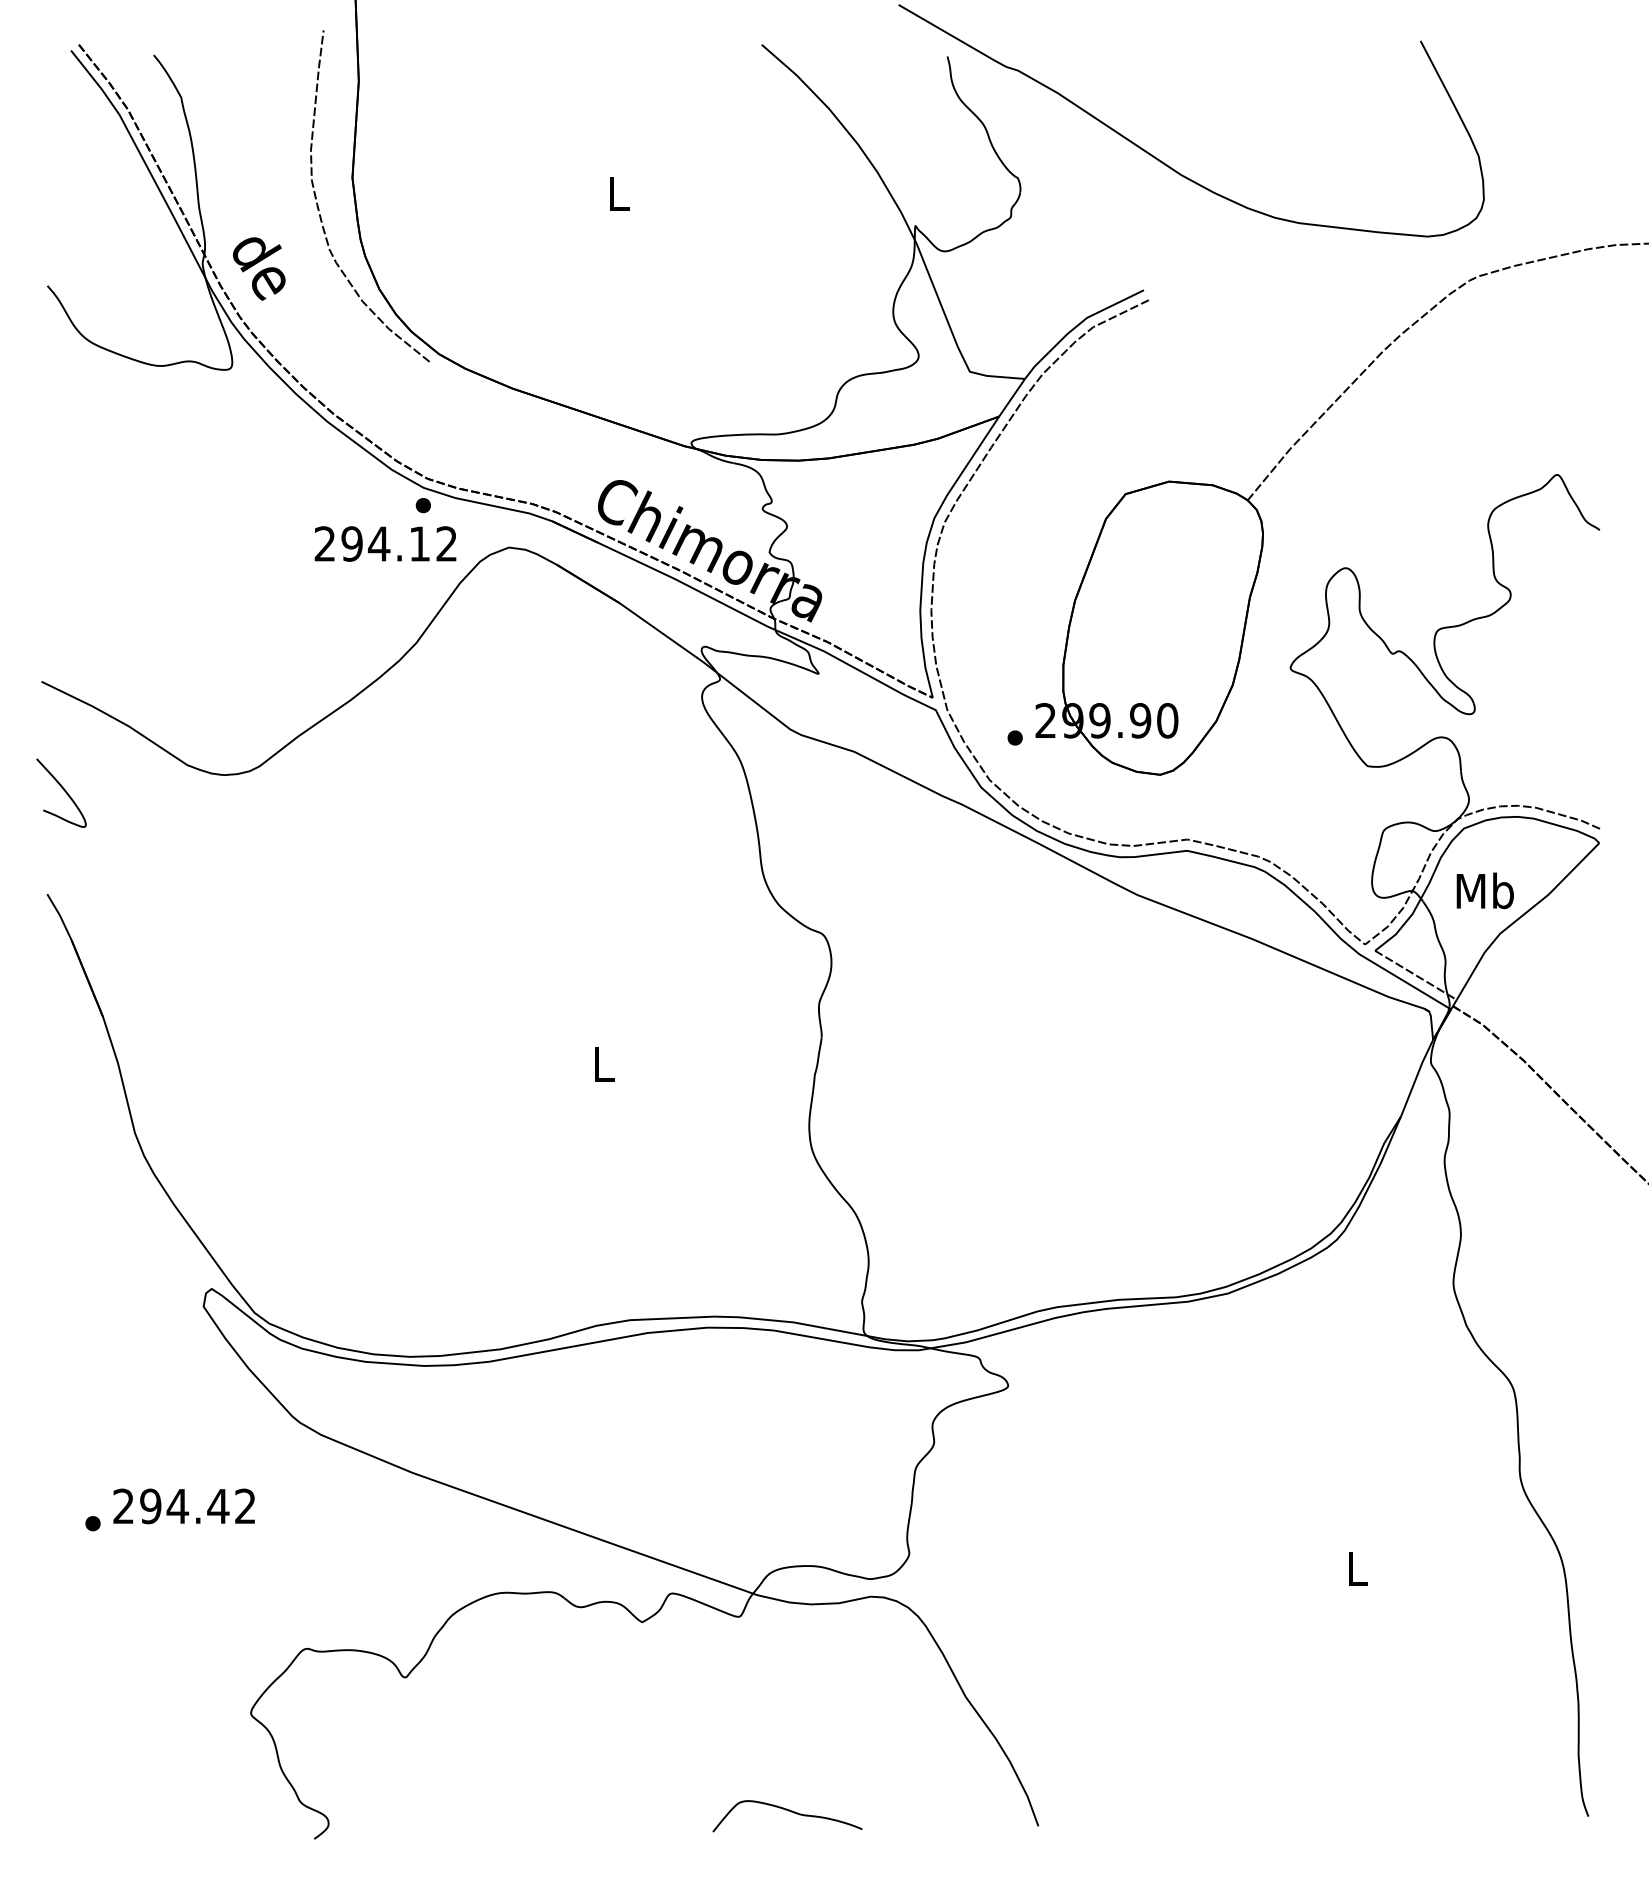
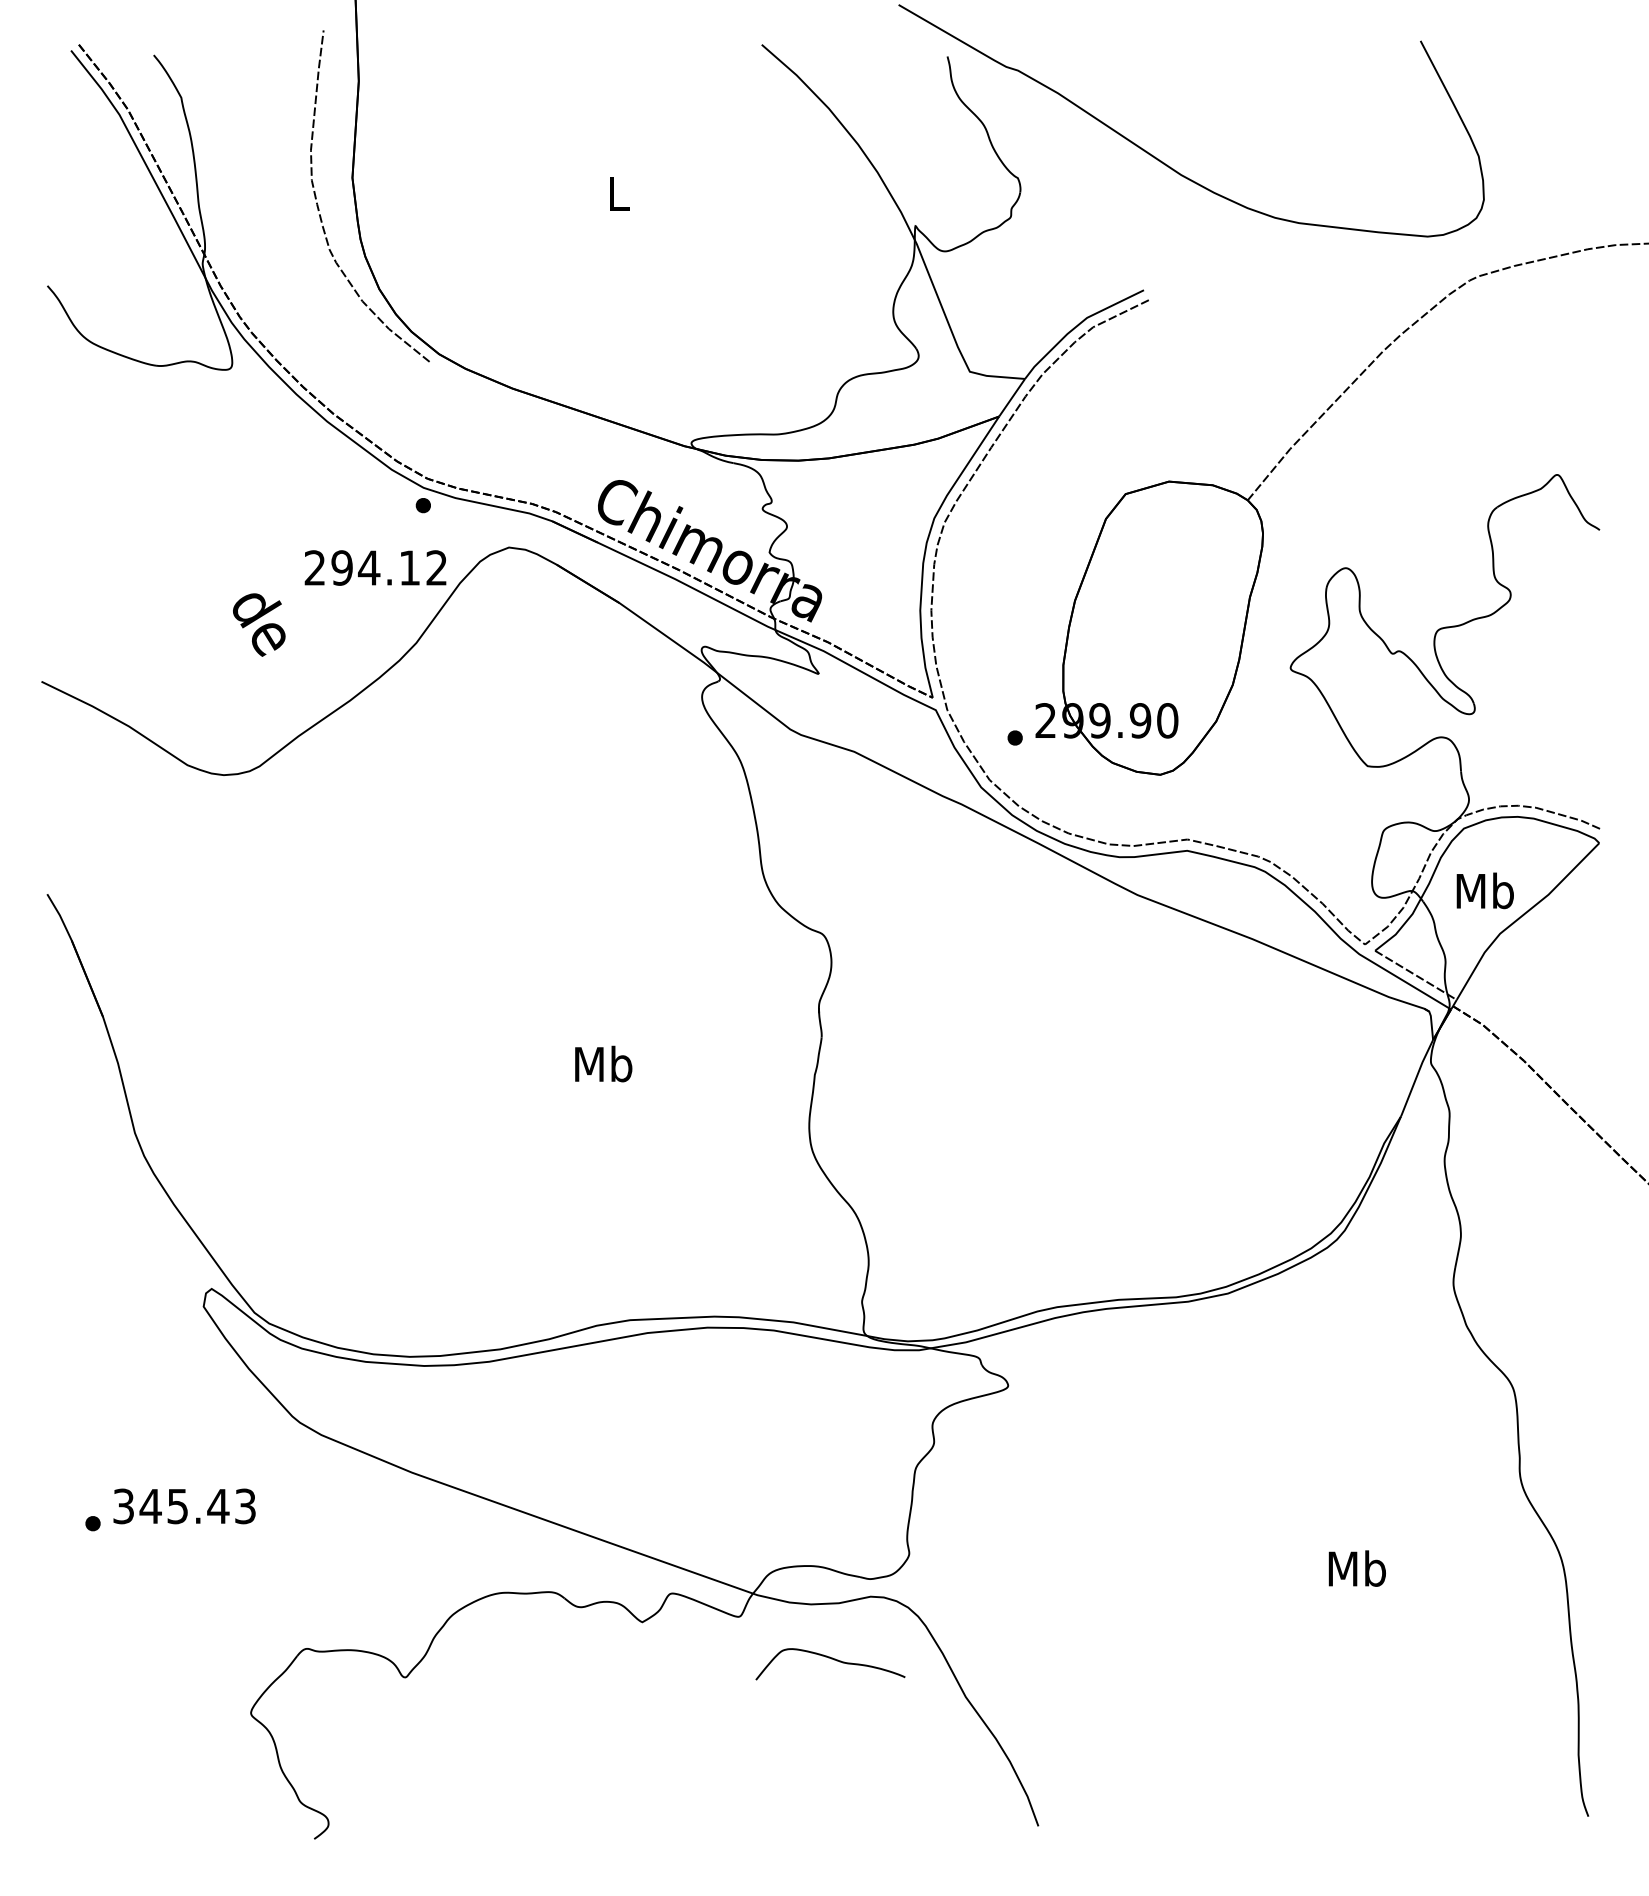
text at (259, 268) position: (259, 268) -> (259, 624)
text at (385, 543) position: (385, 543) -> (375, 567)
curve at (63, 790): present -> none
text at (603, 1063): L -> Mb
text at (184, 1506): 294.42 -> 345.43
text at (1356, 1568): L -> Mb
curve at (788, 1811) position: (788, 1811) -> (831, 1659)
